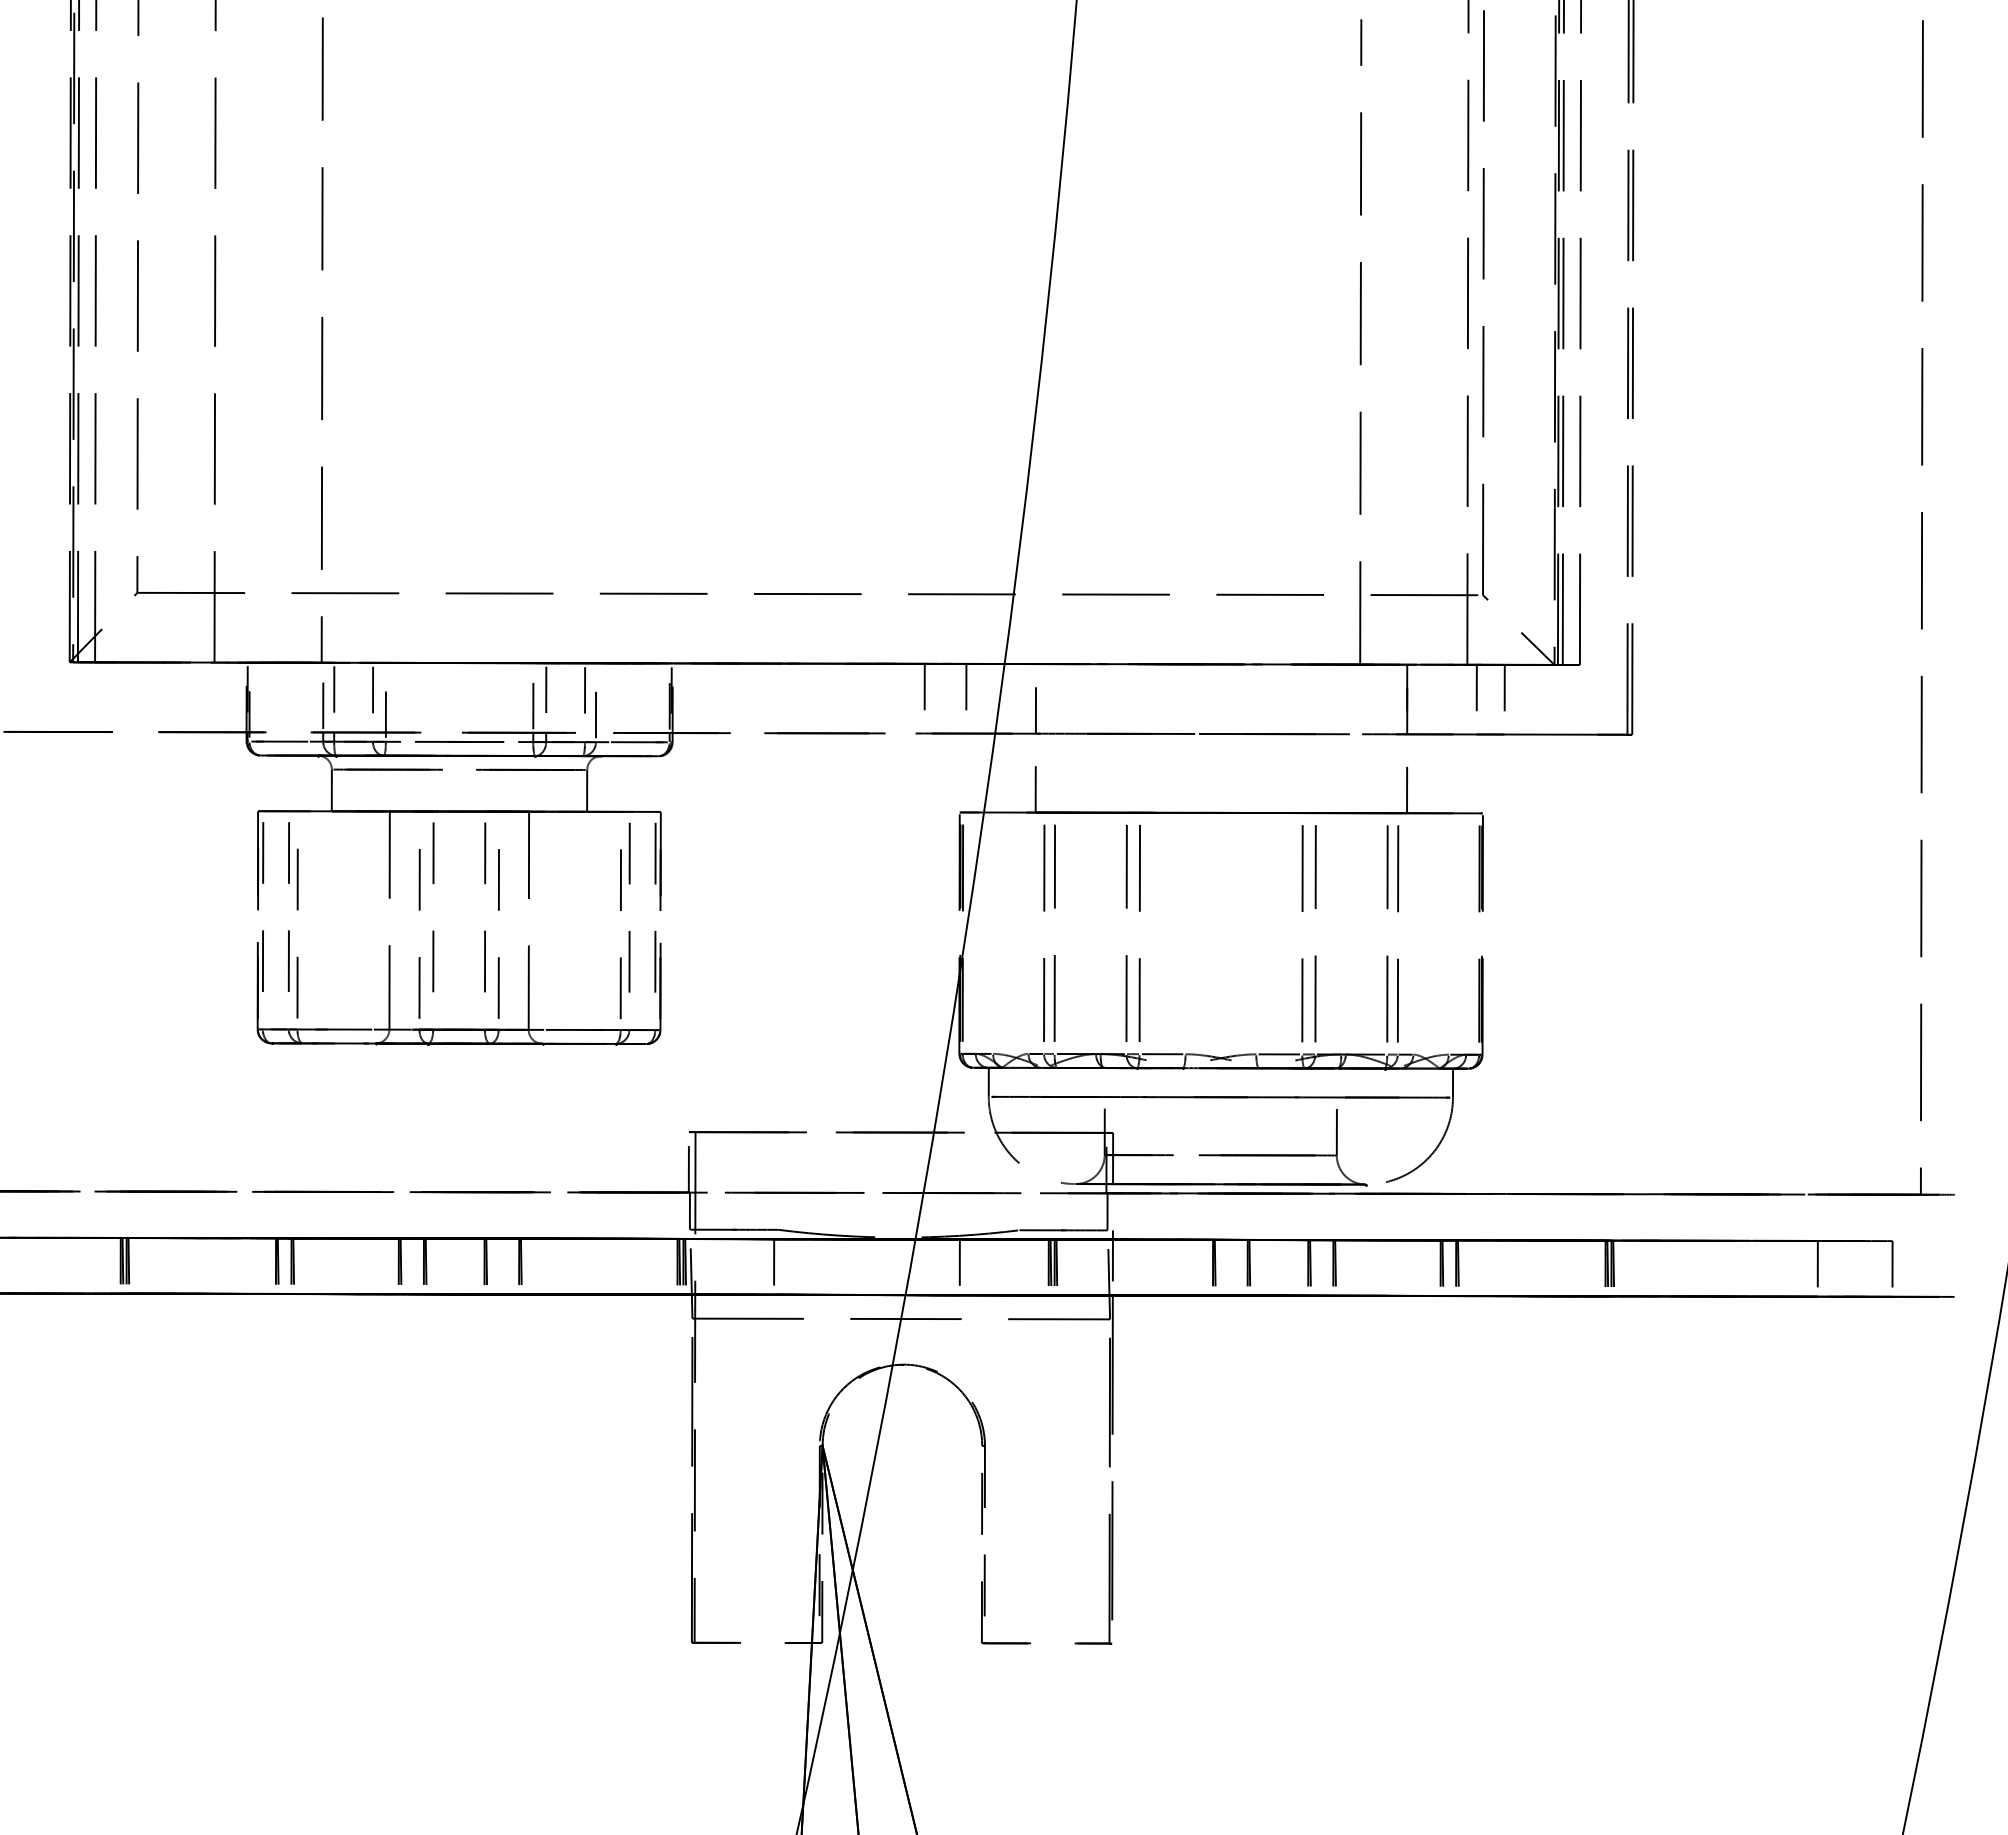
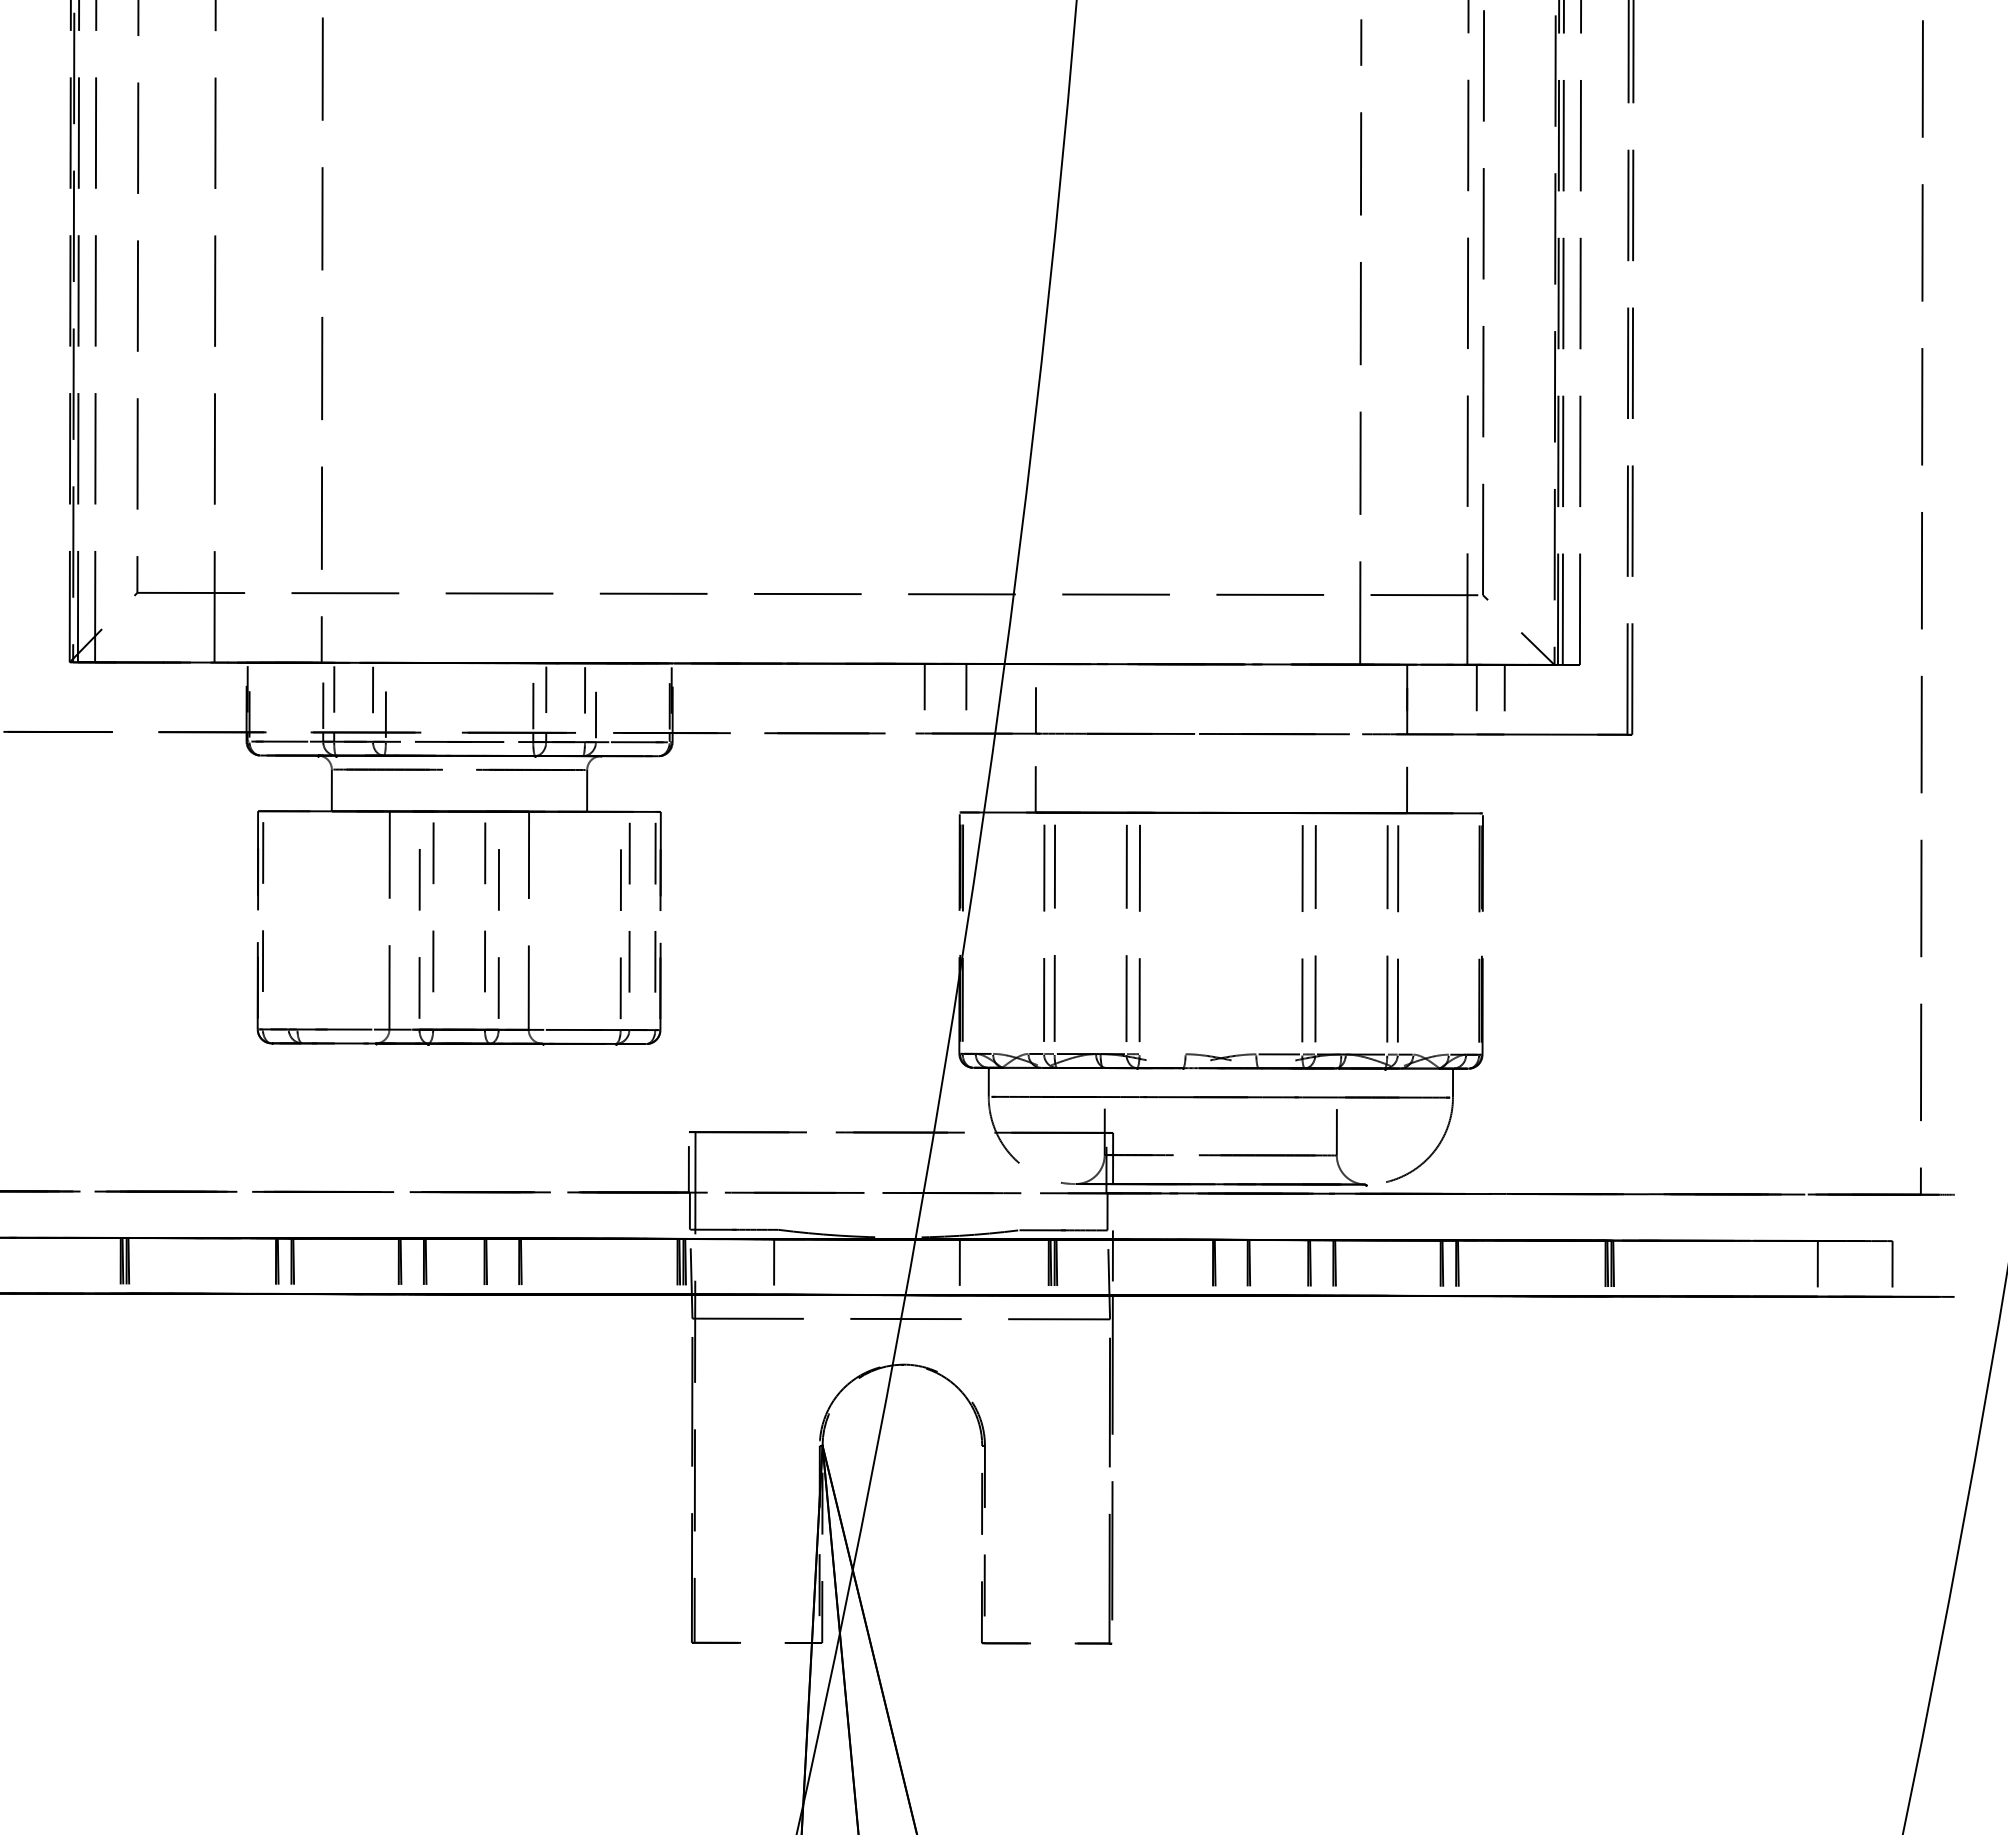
part at (289, 930): present -> none
line at (1162, 1054): present -> none
